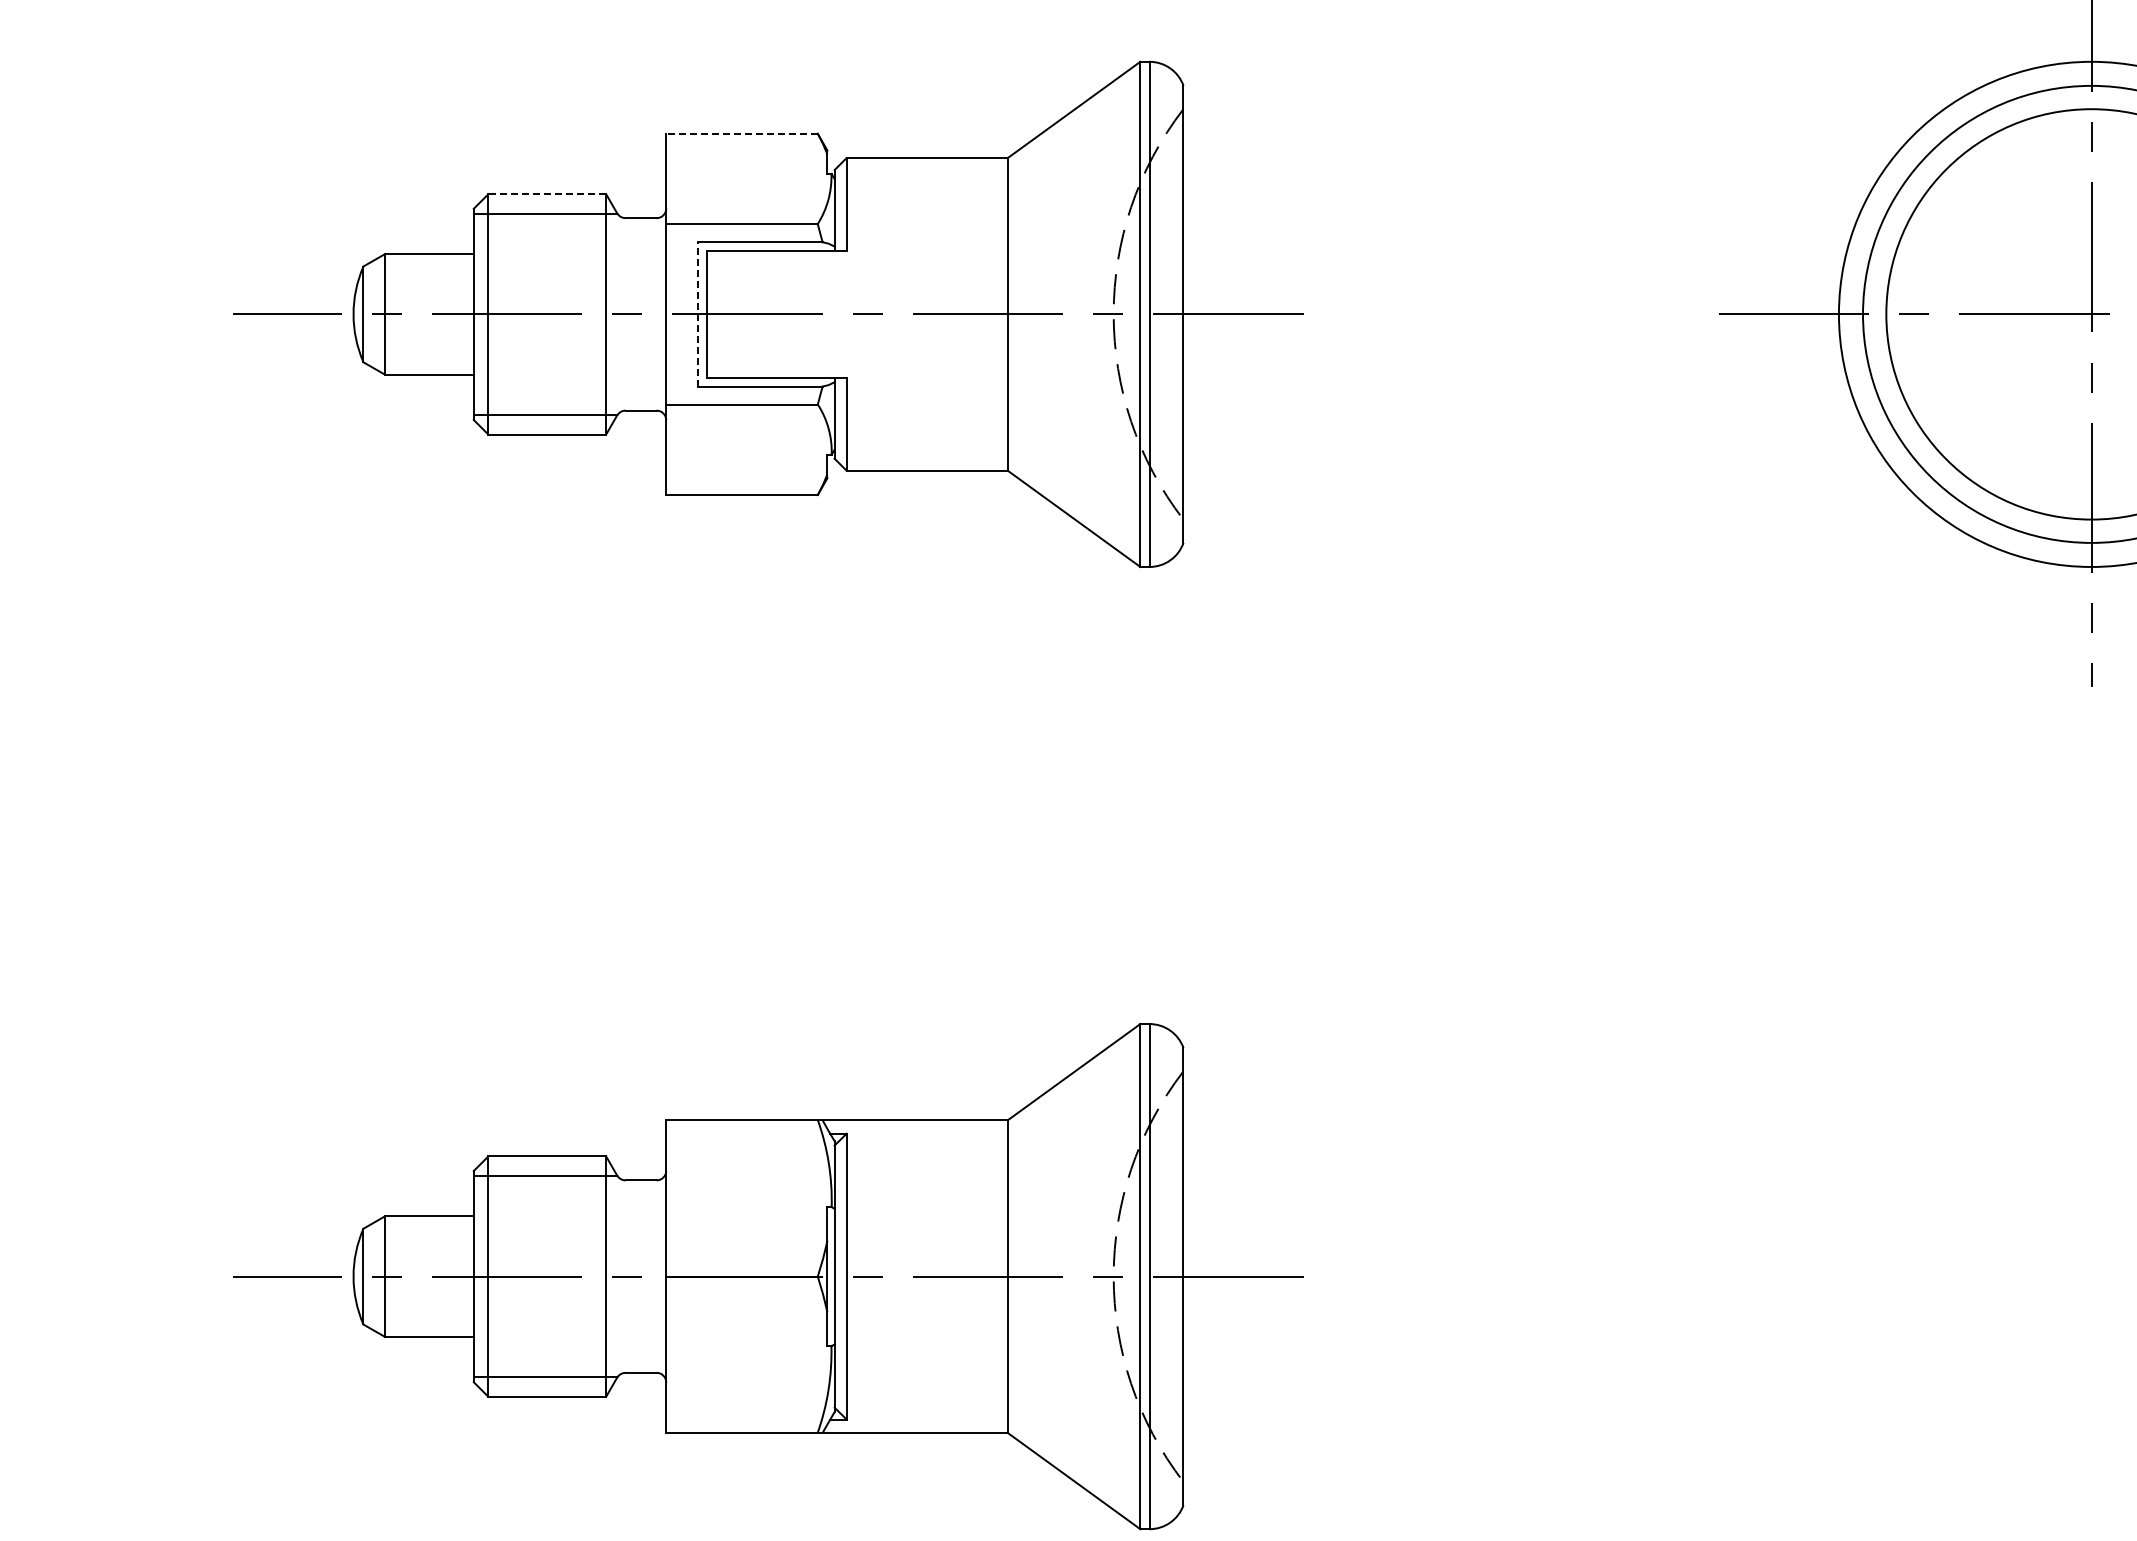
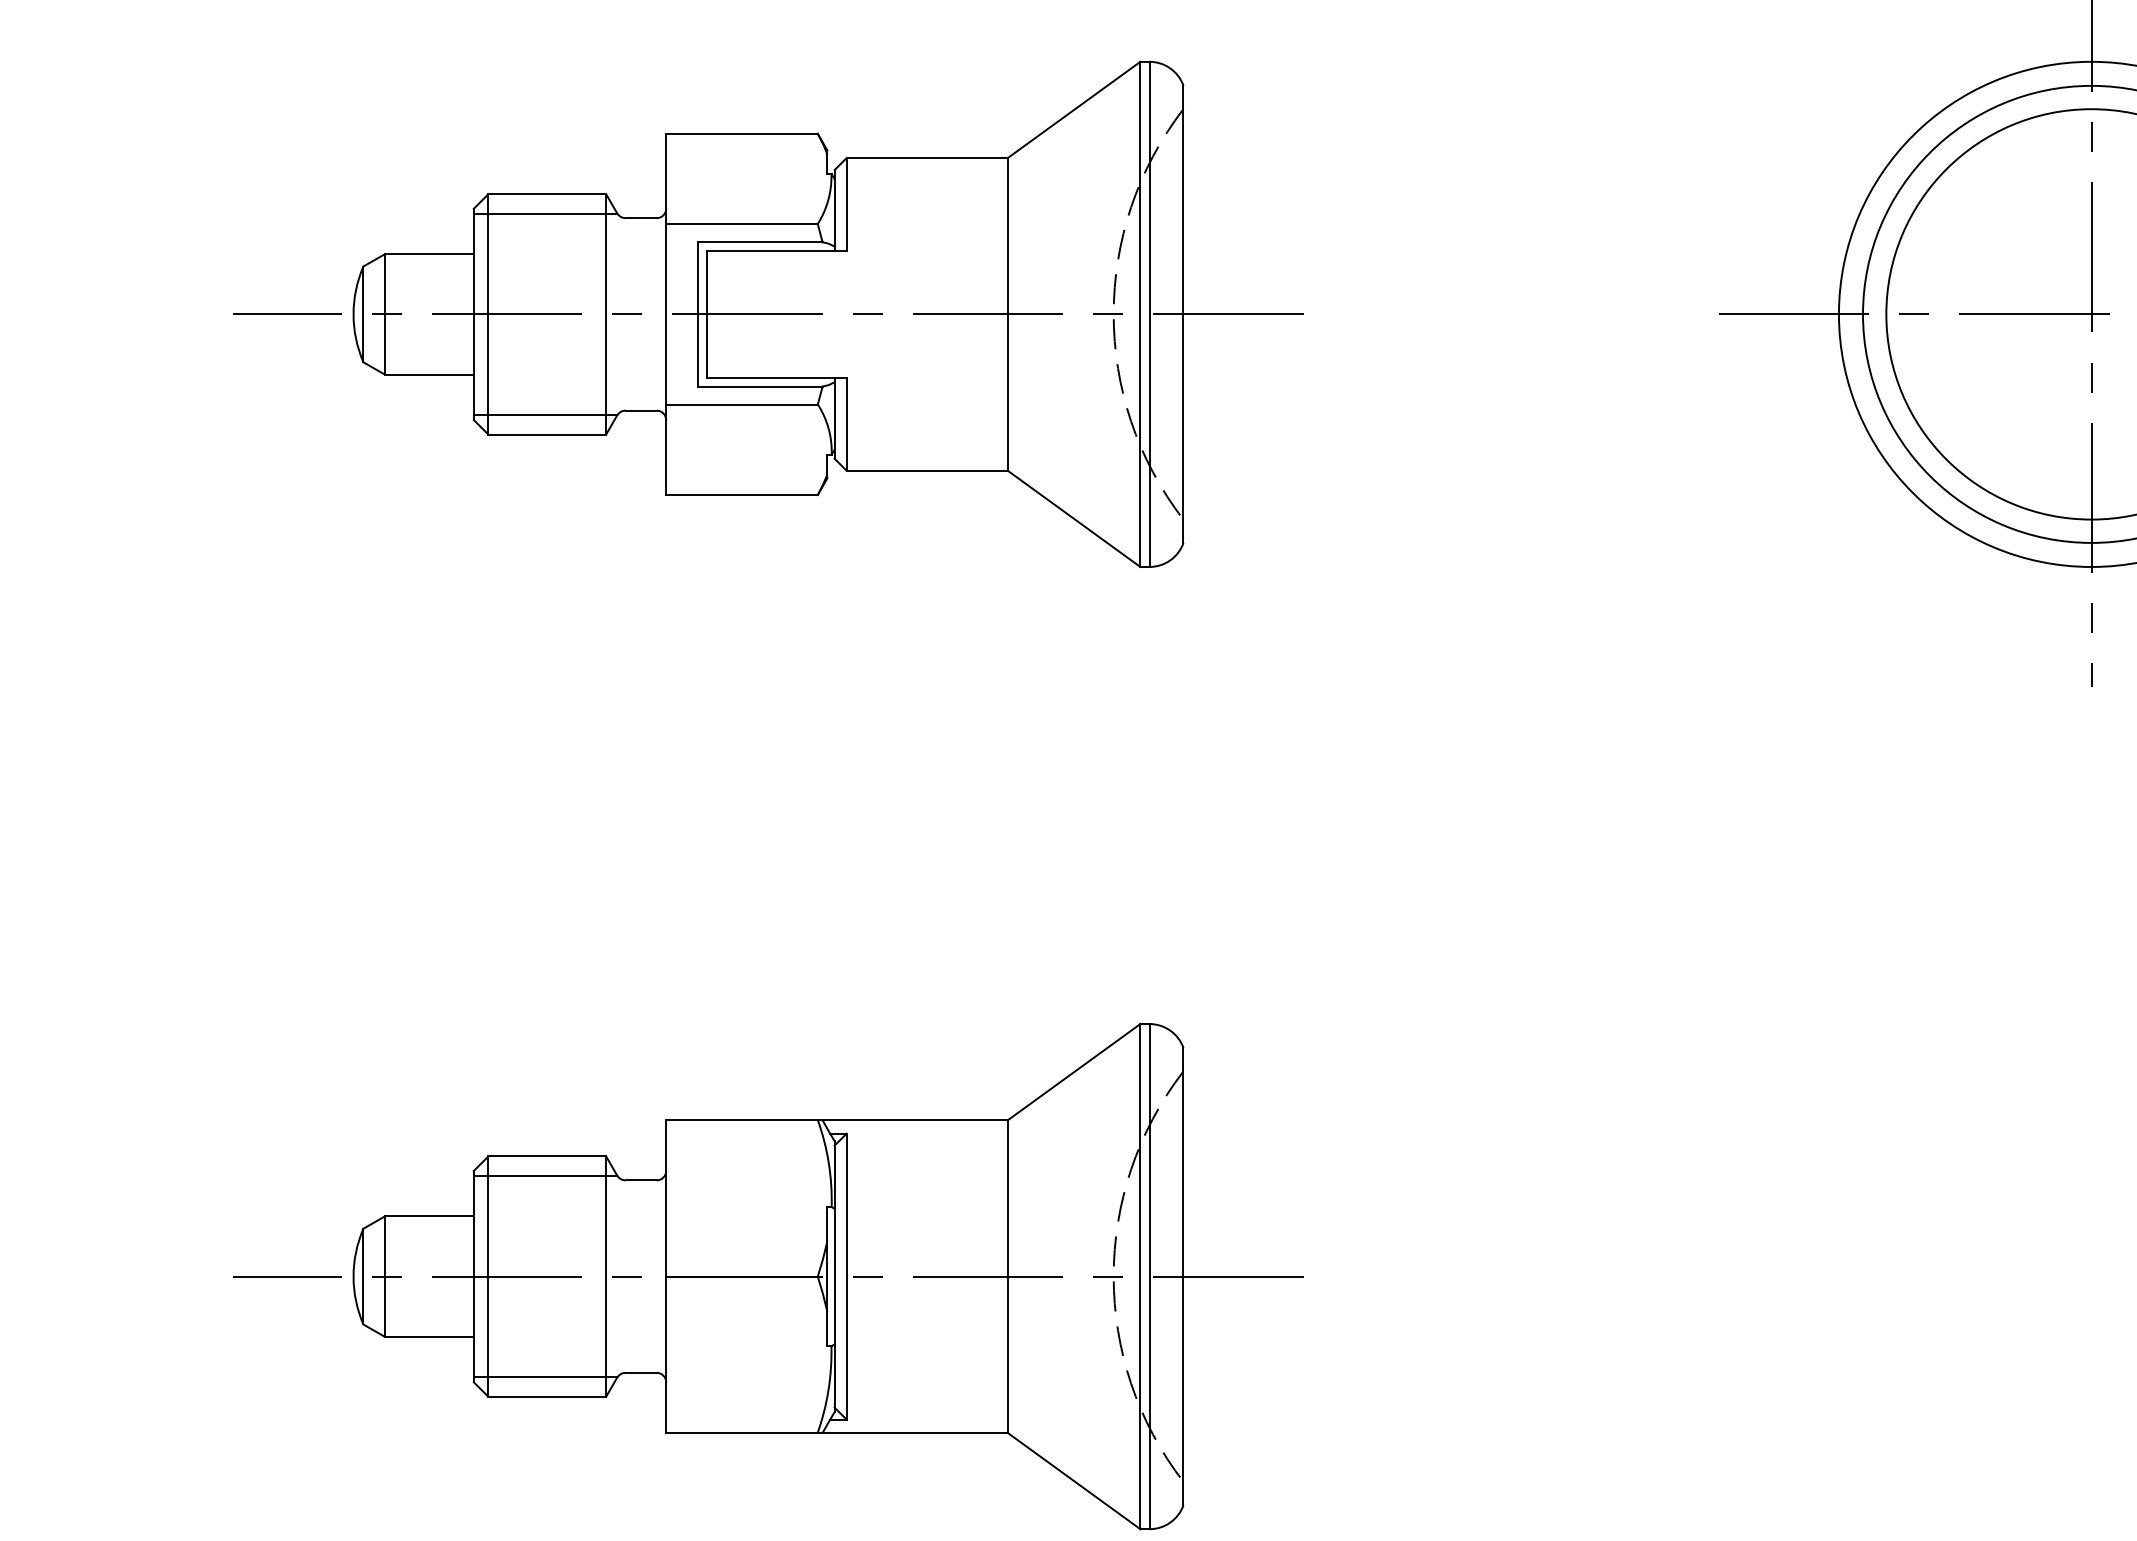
line at (742, 133): dashed -> solid
line at (547, 194): dashed -> solid
line at (697, 313): dashed -> solid
